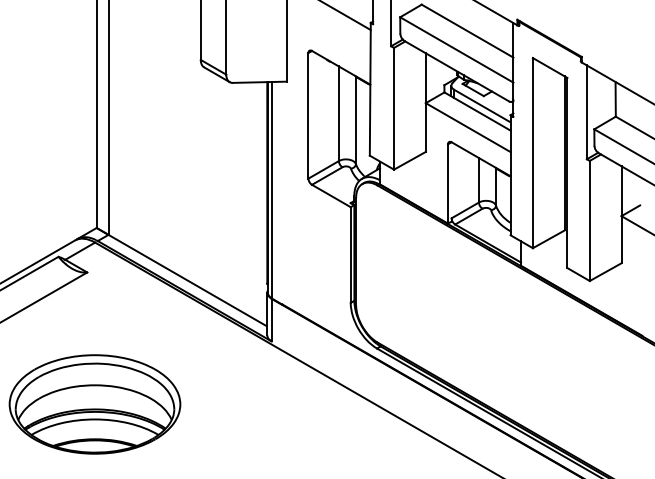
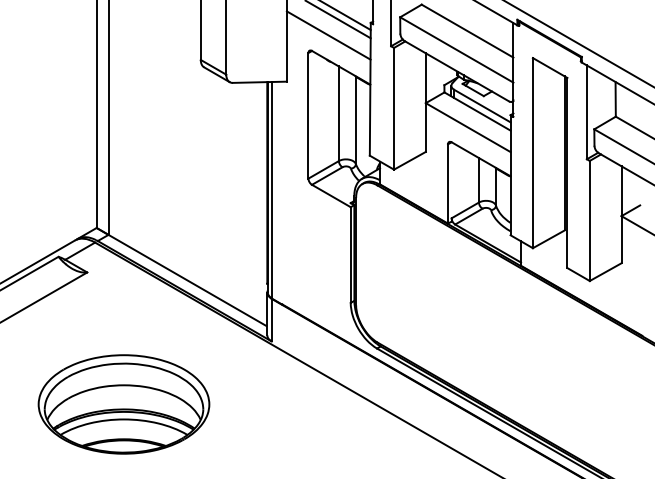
line at (339, 20): none -> present
line at (328, 35): none -> present
line at (578, 43): none -> present
part at (94, 404) position: (94, 404) -> (123, 404)
